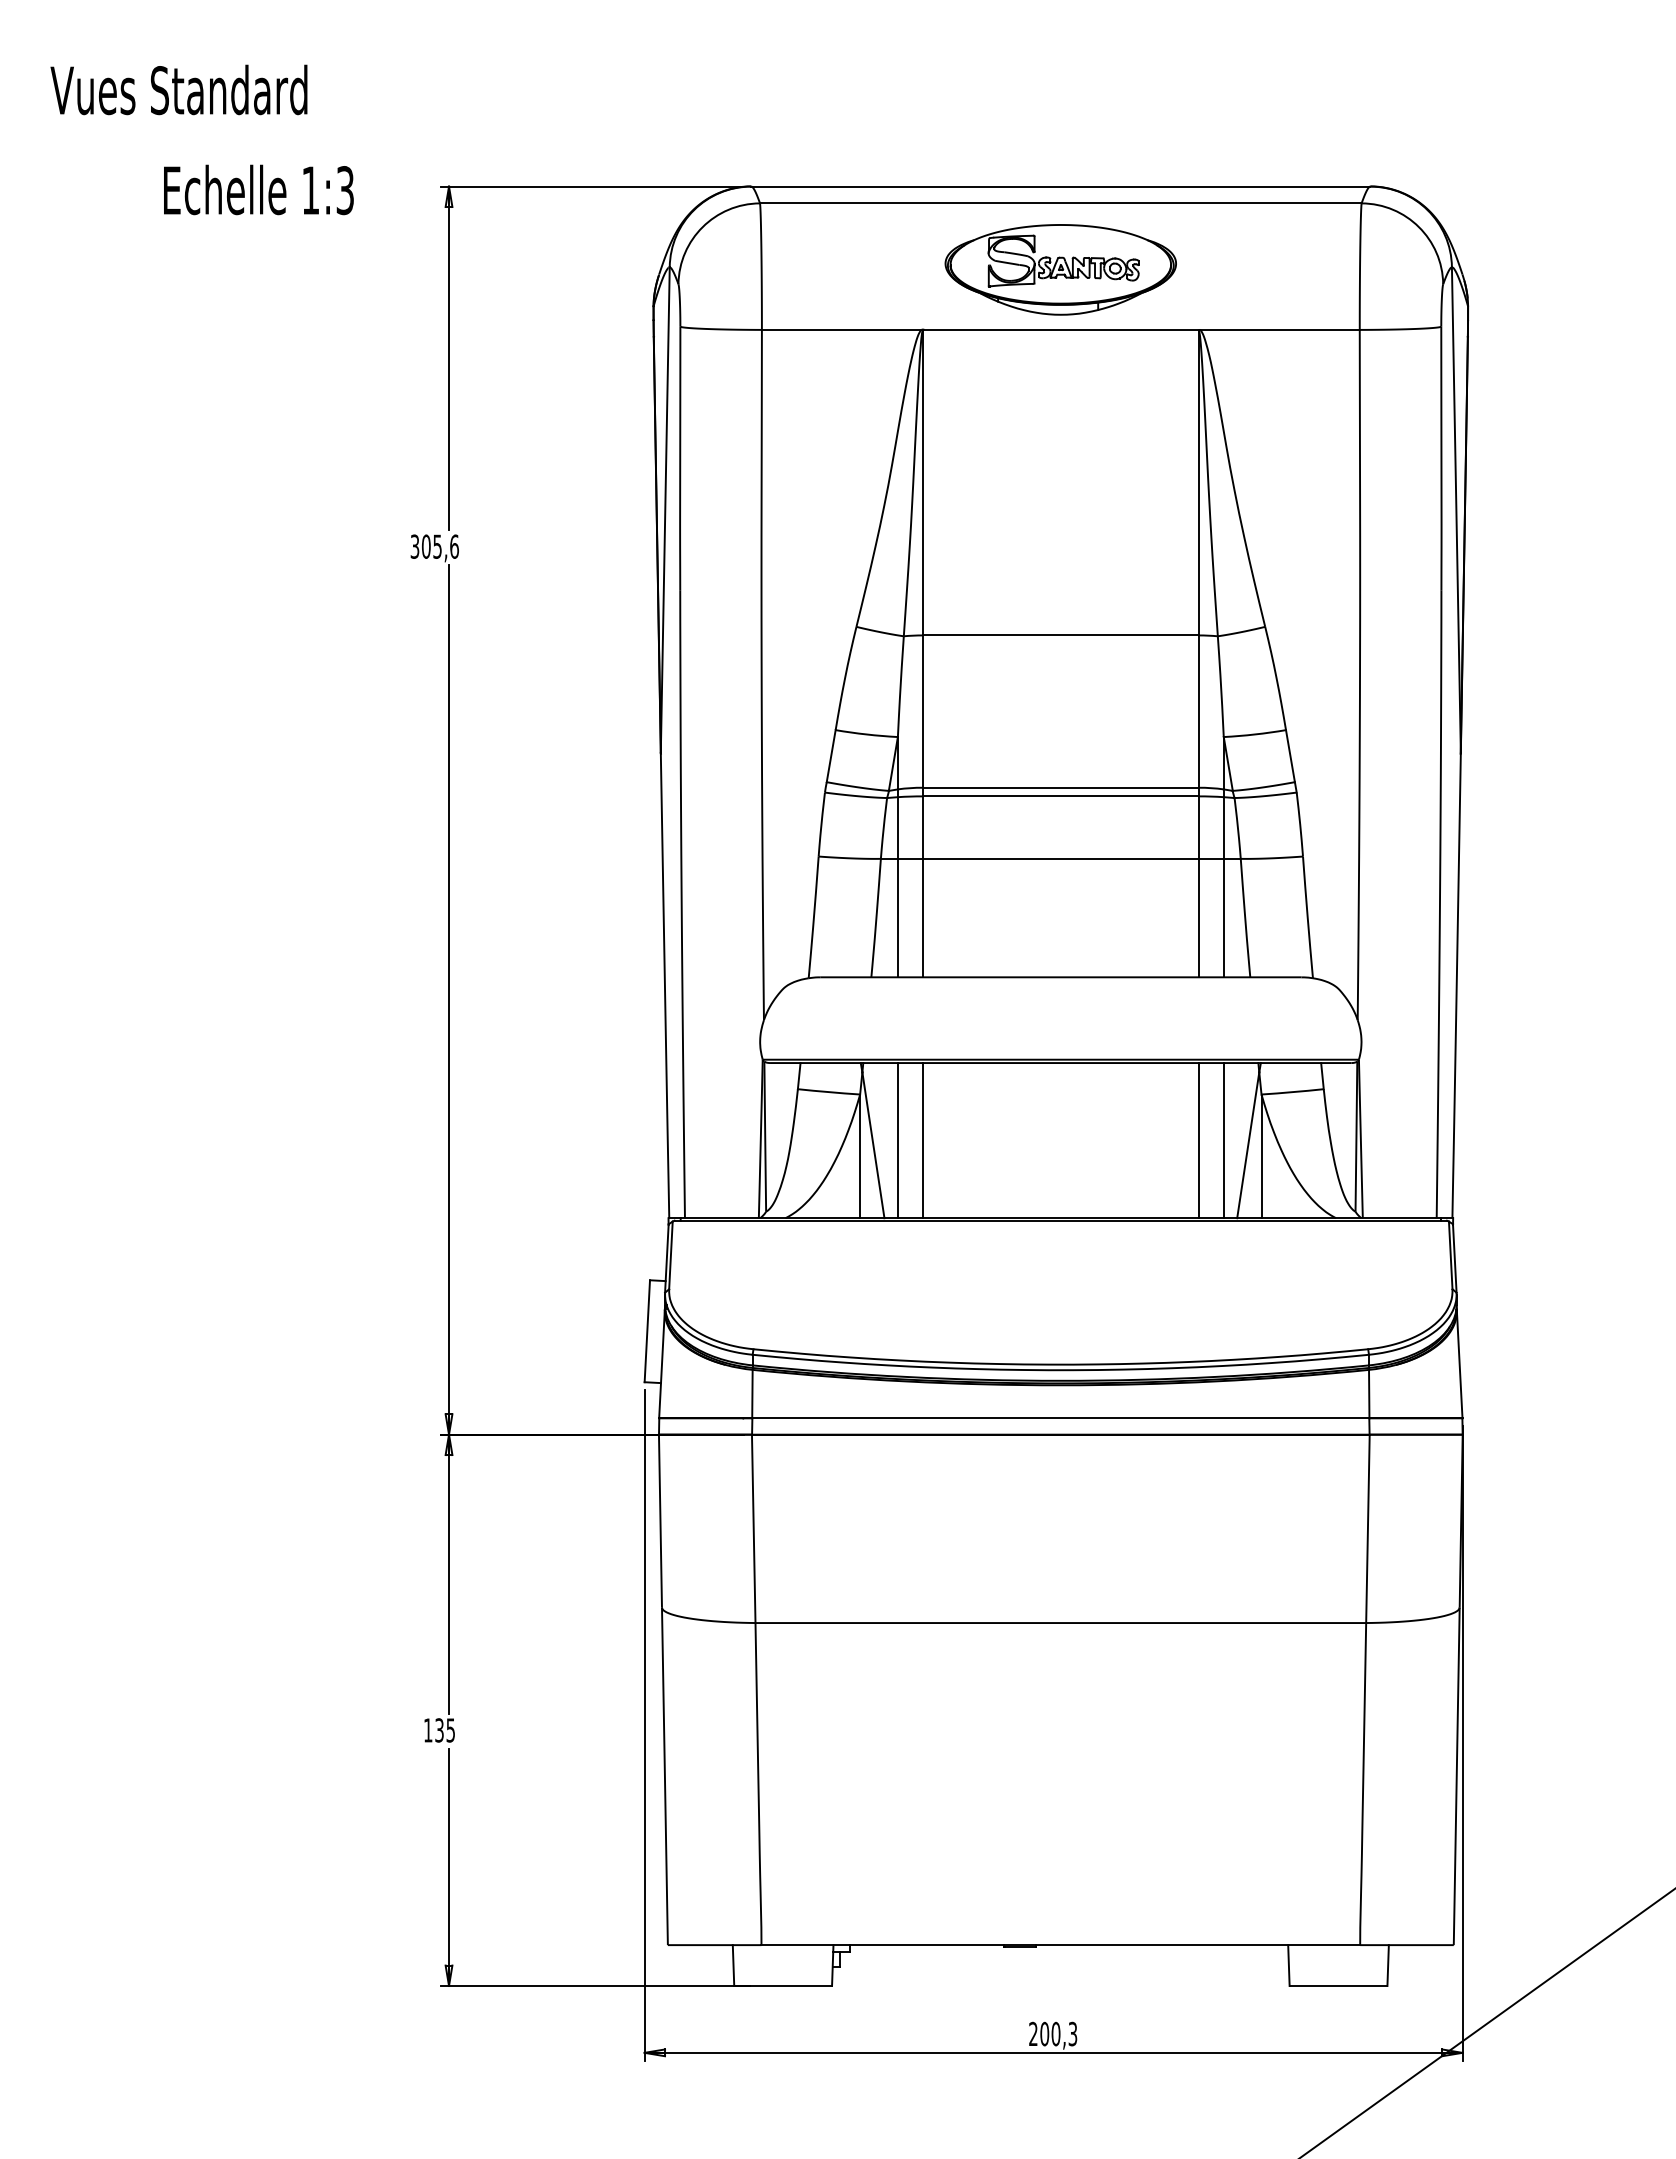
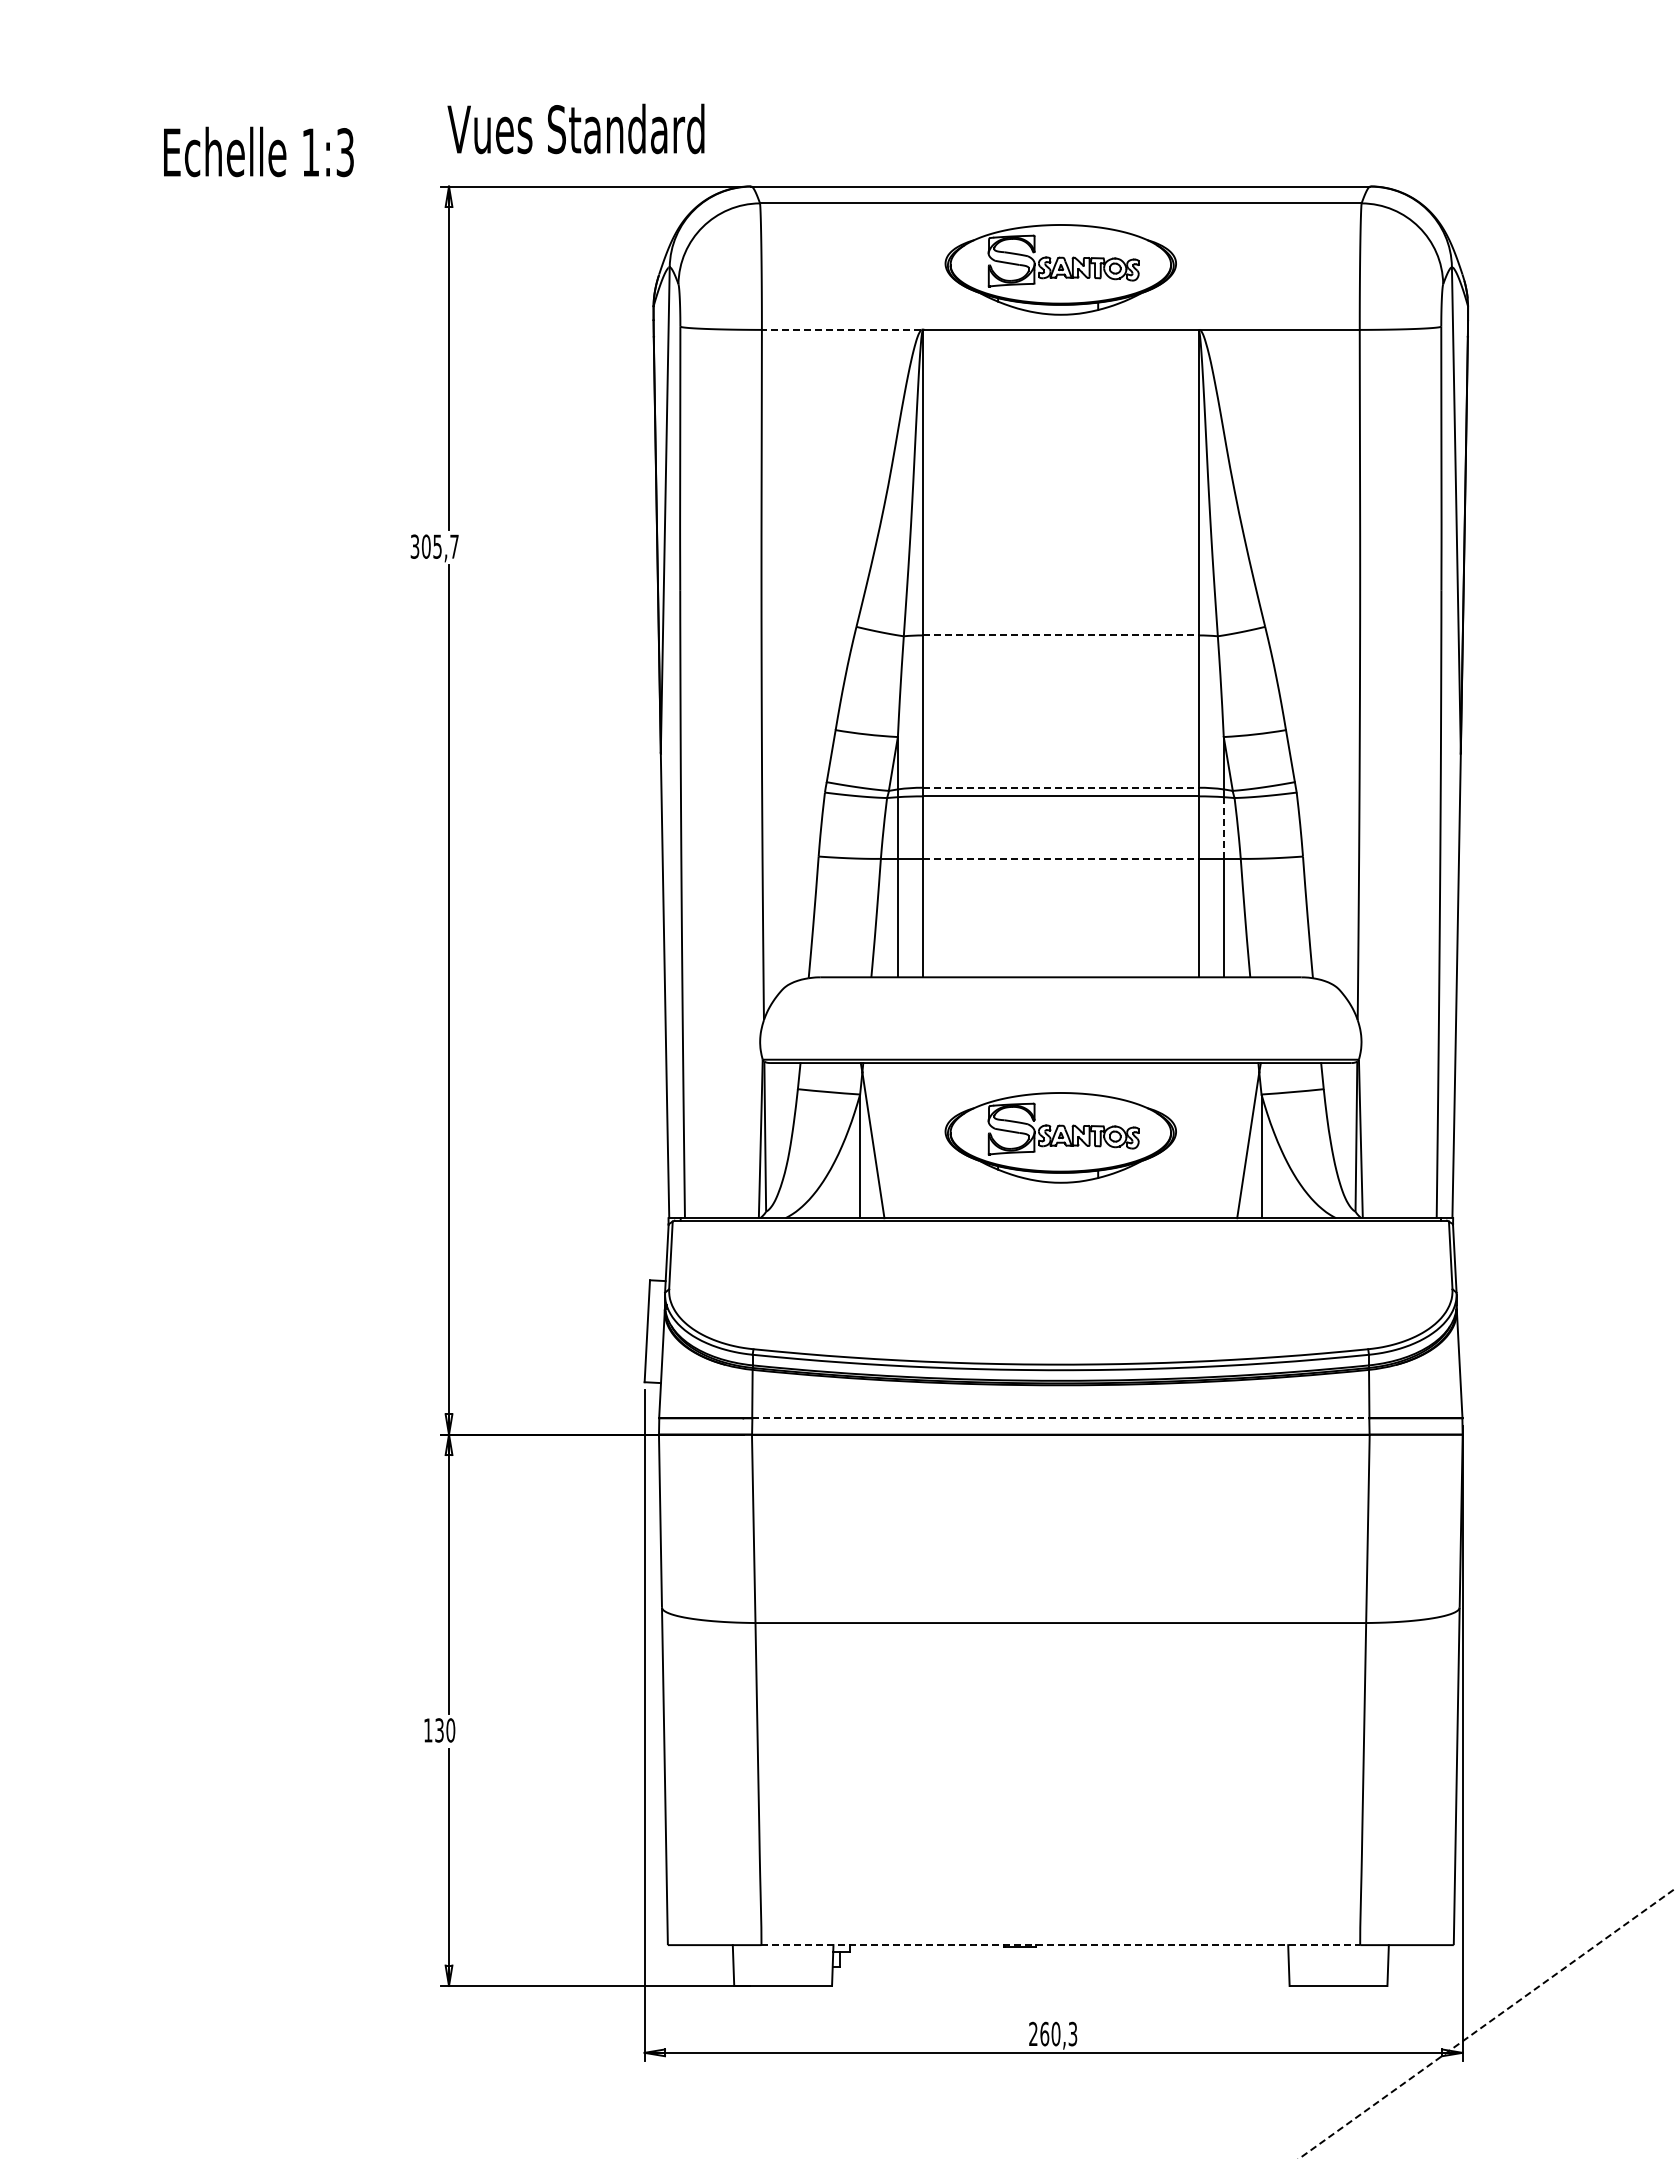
text at (178, 89) position: (178, 89) -> (575, 128)
text at (258, 189) position: (258, 189) -> (258, 151)
line at (841, 329): solid -> dashed
text at (454, 546): 305,6 -> 305,7
line at (1060, 635): solid -> dashed
line at (1060, 787): solid -> dashed
line at (1223, 828): solid -> dashed
line at (1060, 858): solid -> dashed
part at (1060, 1137): none -> present
line at (897, 1140): present -> none
line at (922, 1140): present -> none
line at (1198, 1140): present -> none
line at (1223, 1140): present -> none
line at (1060, 1418): solid -> dashed
text at (450, 1730): 135 -> 130
line at (1061, 1945): solid -> dashed
line at (1487, 2023): solid -> dashed
text at (1044, 2033): 200,3 -> 260,3
